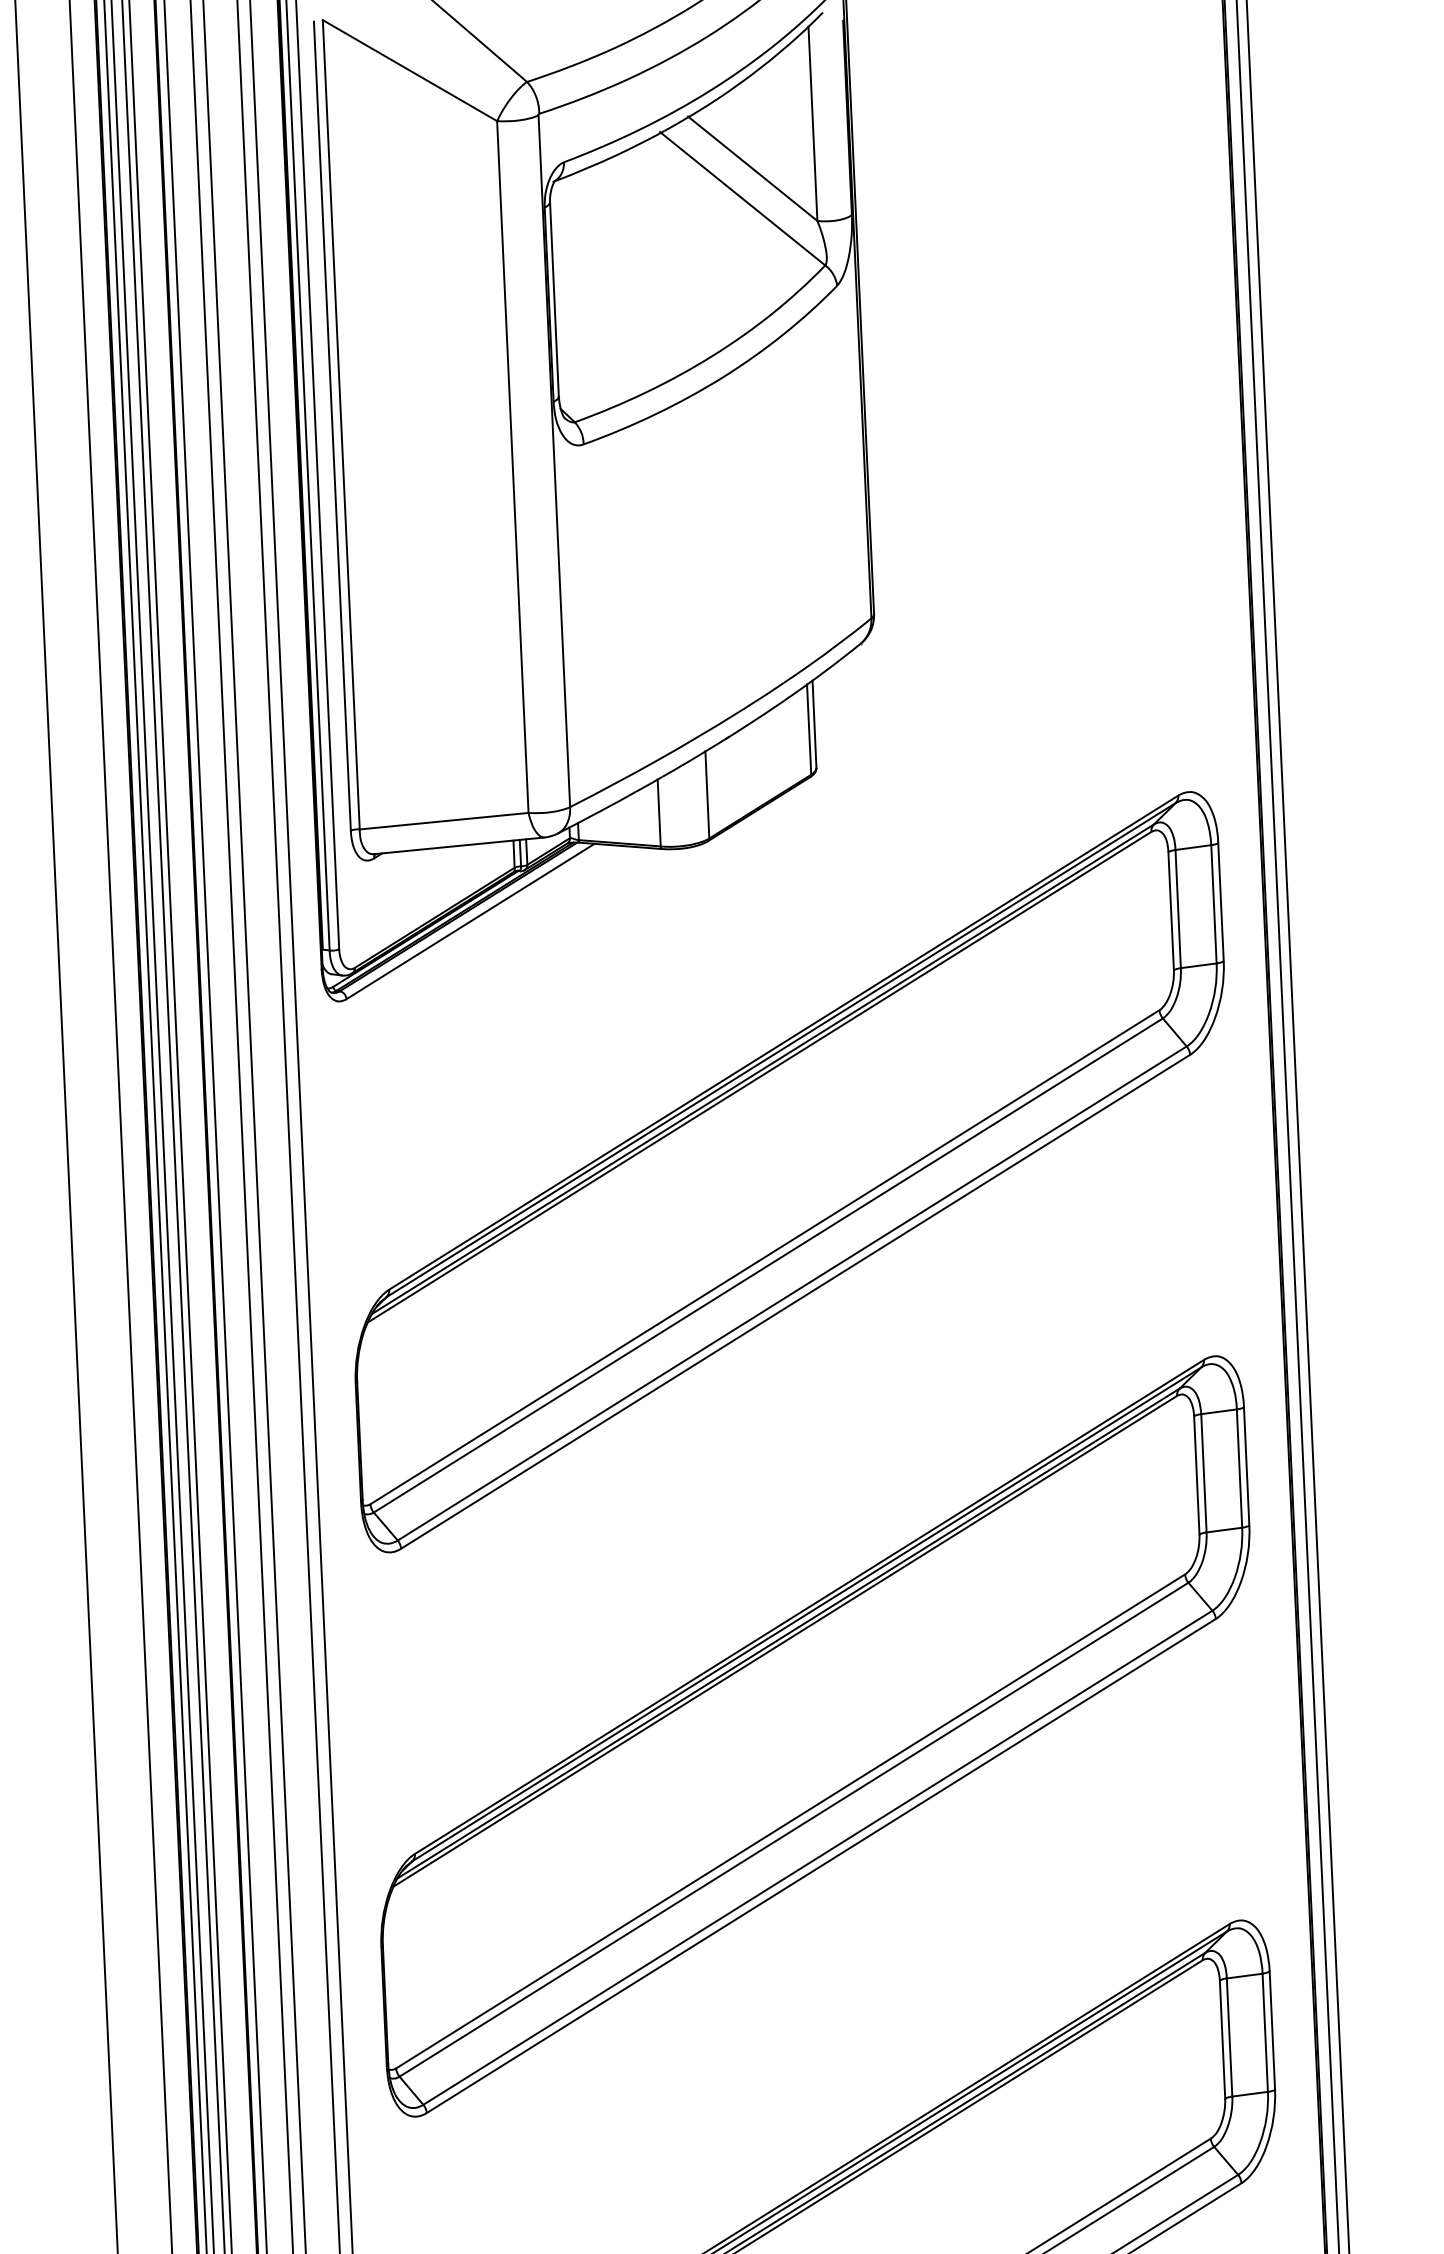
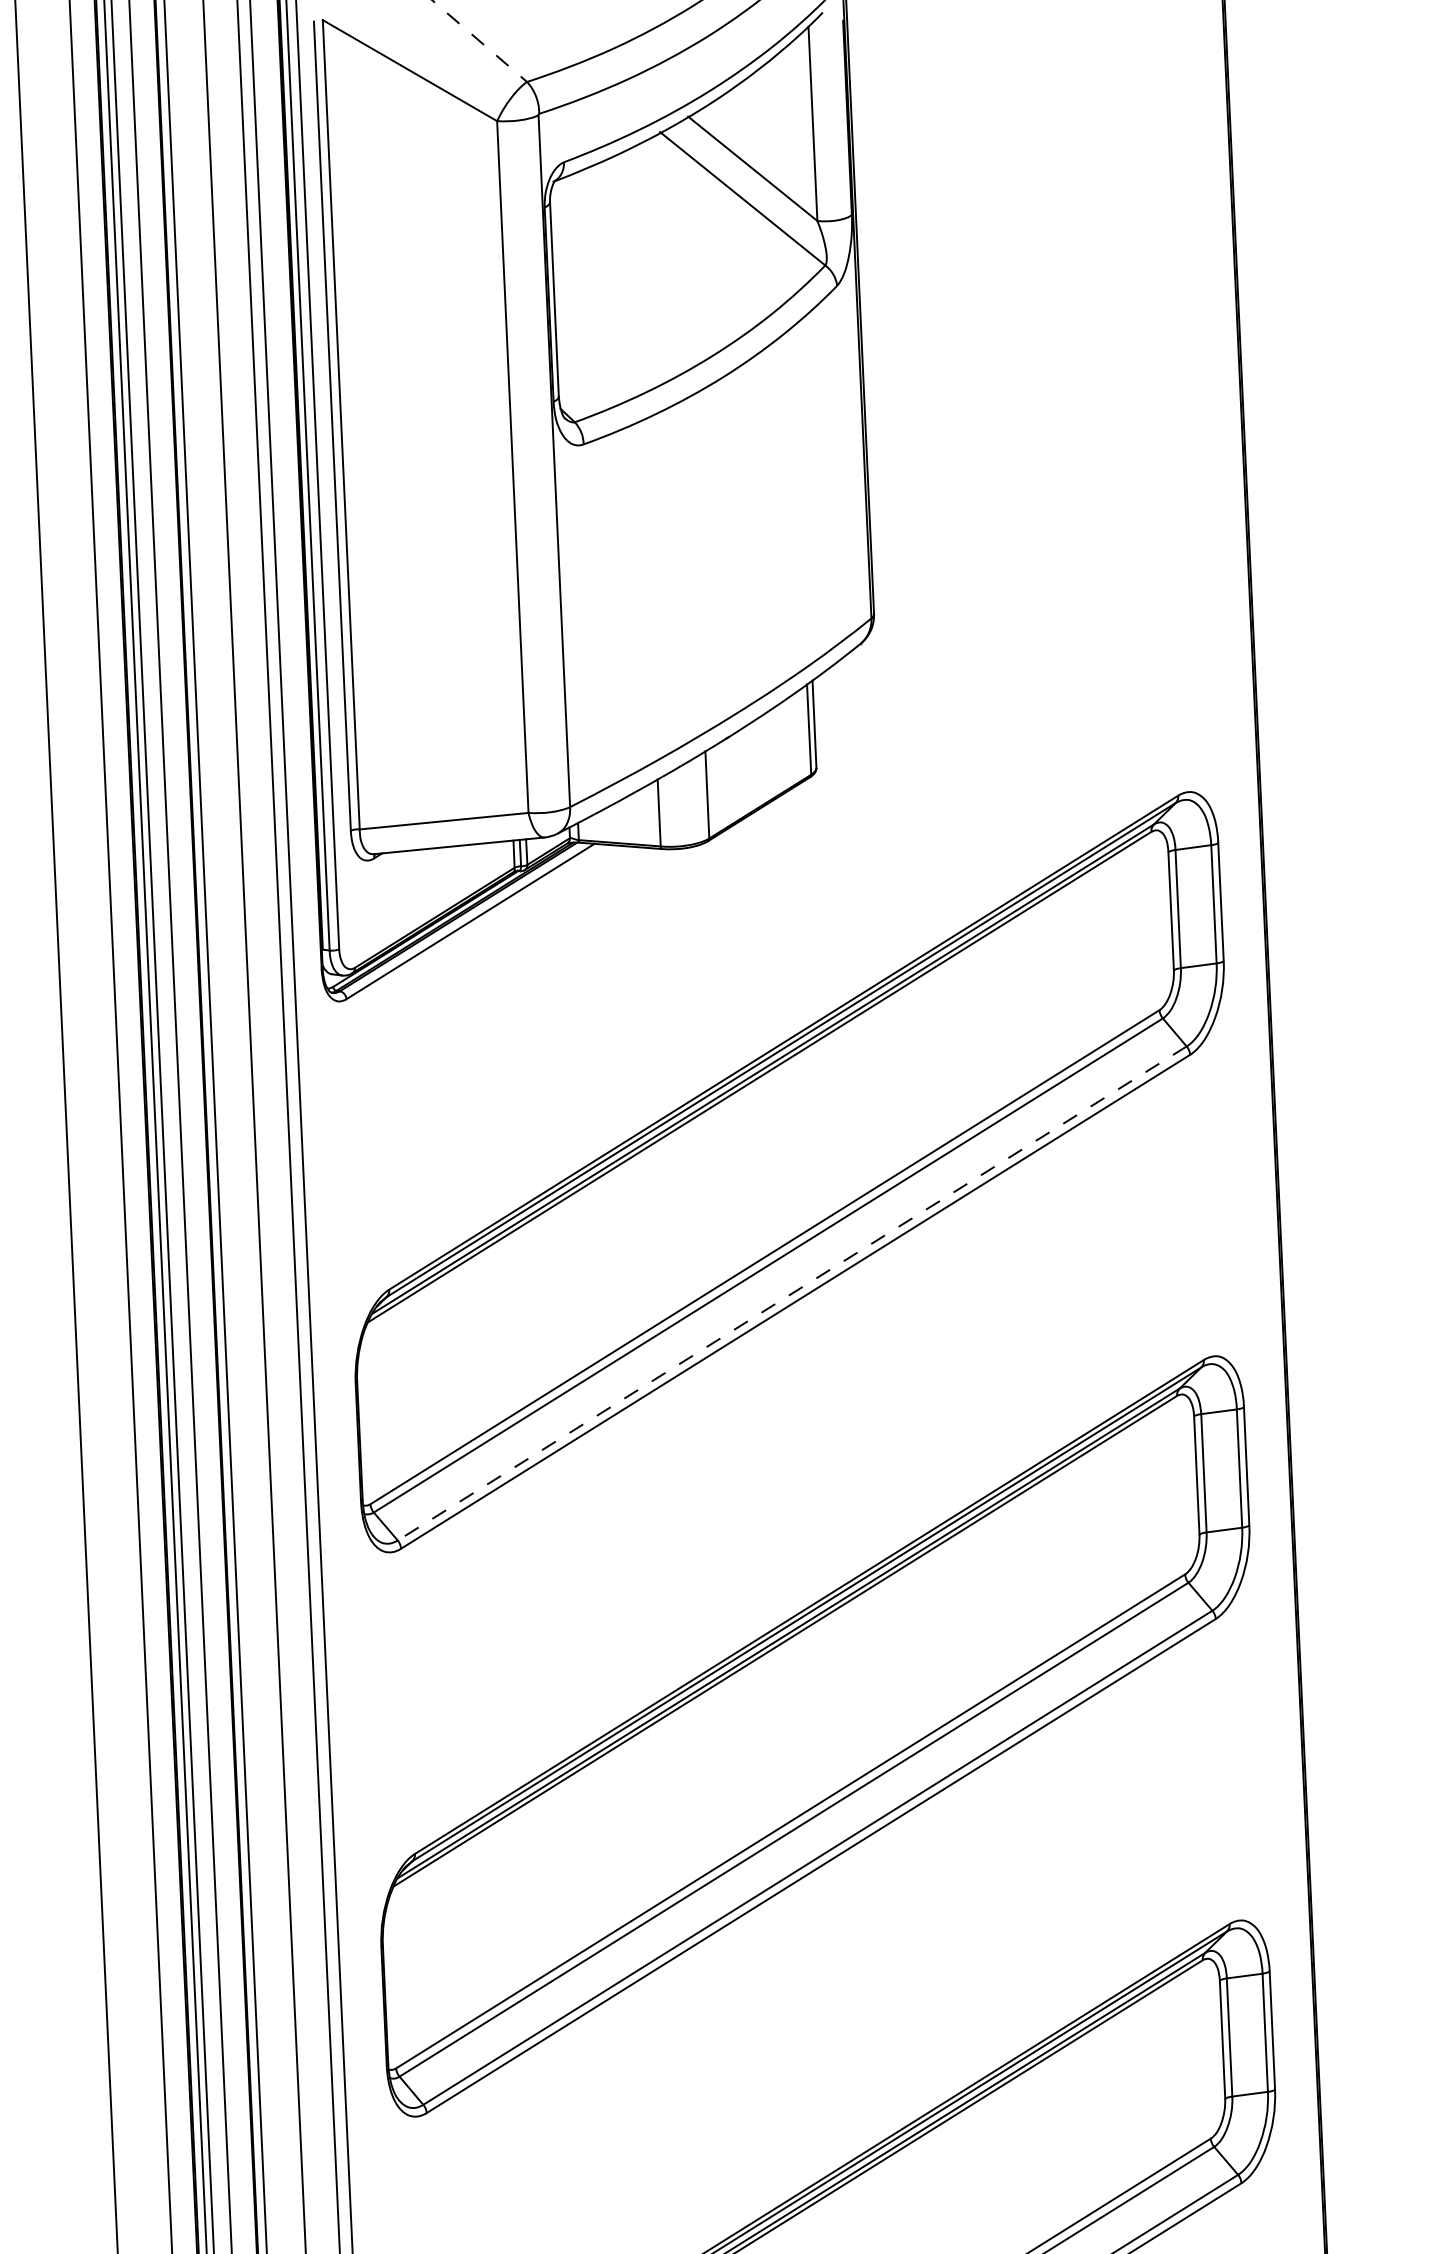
line at (480, 41): solid -> dashed
line at (173, 1126): present -> none
line at (241, 1126): present -> none
line at (1287, 1126): present -> none
line at (1297, 1126): present -> none
line at (791, 1293): solid -> dashed
